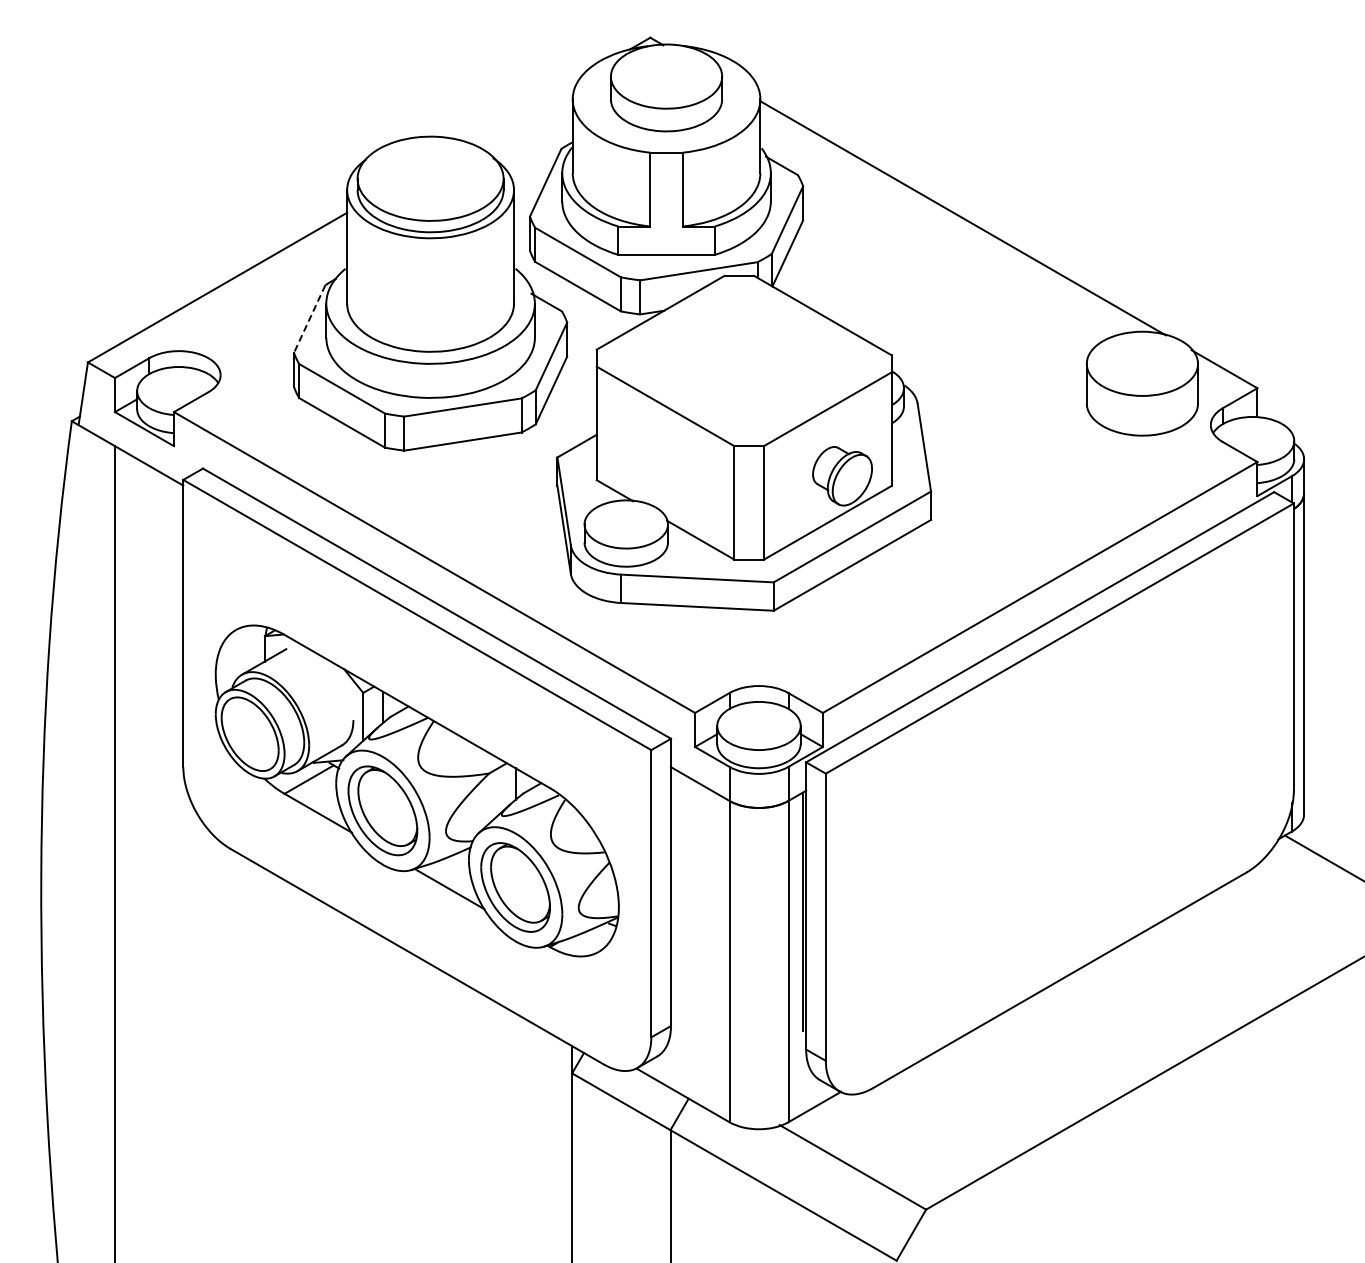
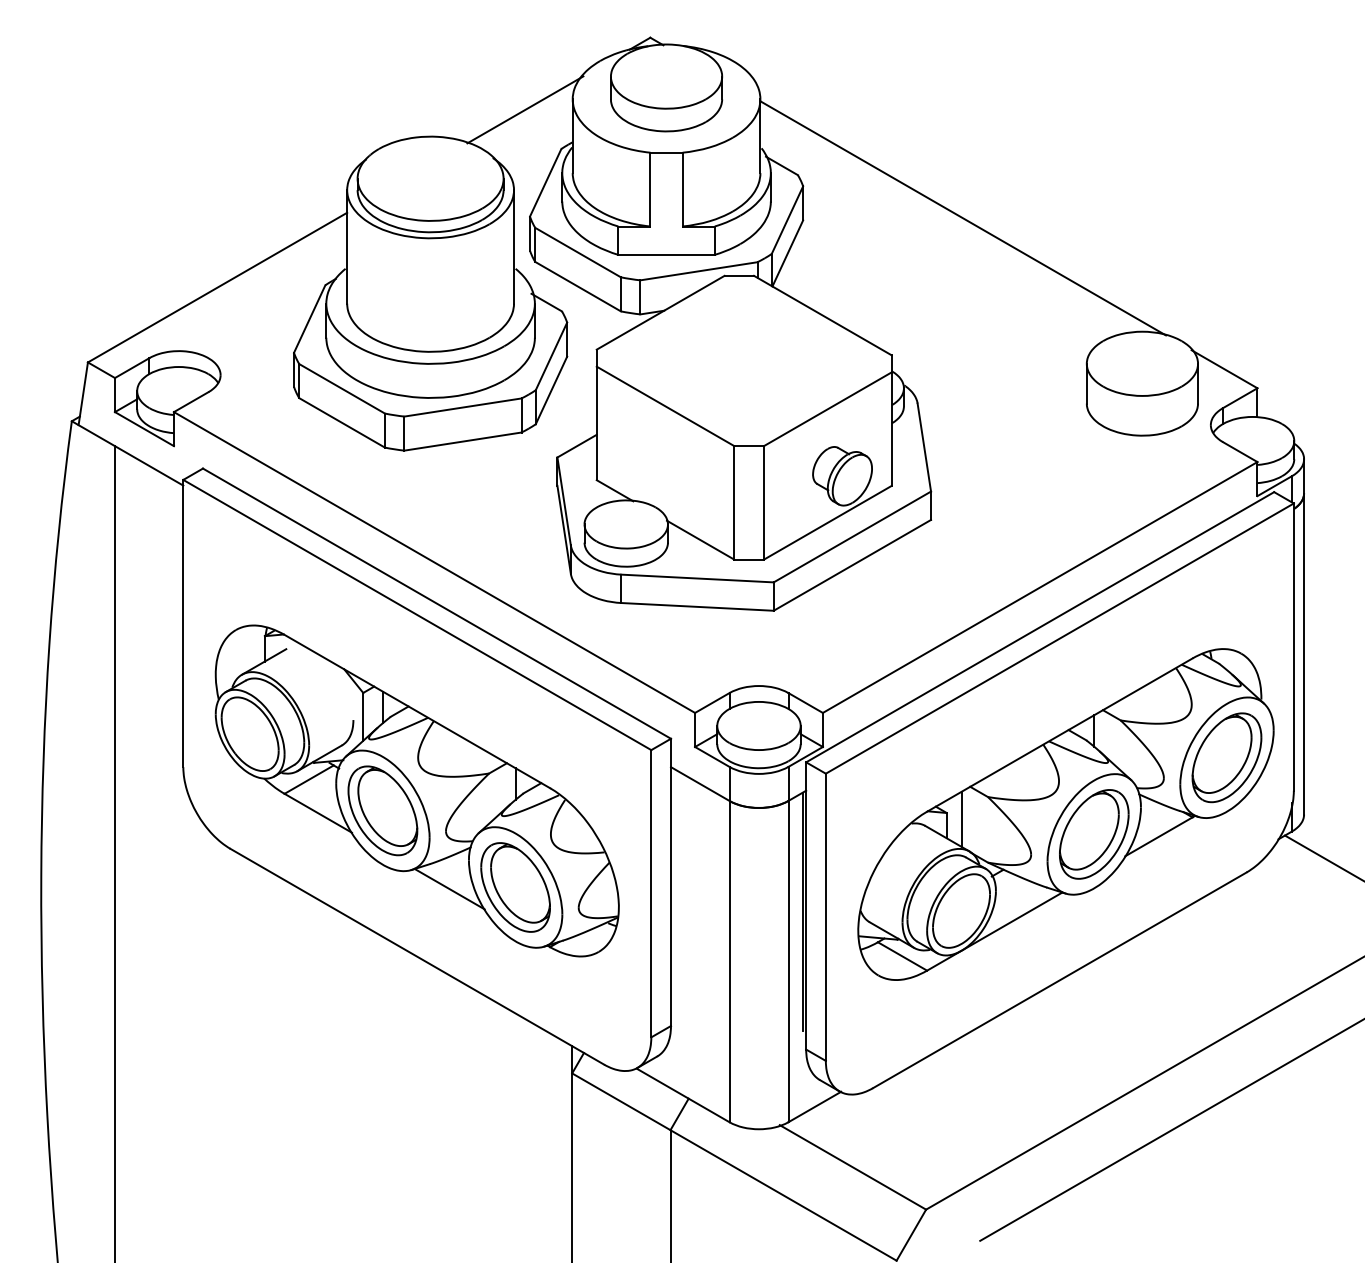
line at (525, 109): none -> present
line at (309, 319): dashed -> solid
part at (1065, 814): none -> present
line at (1170, 1130): none -> present
